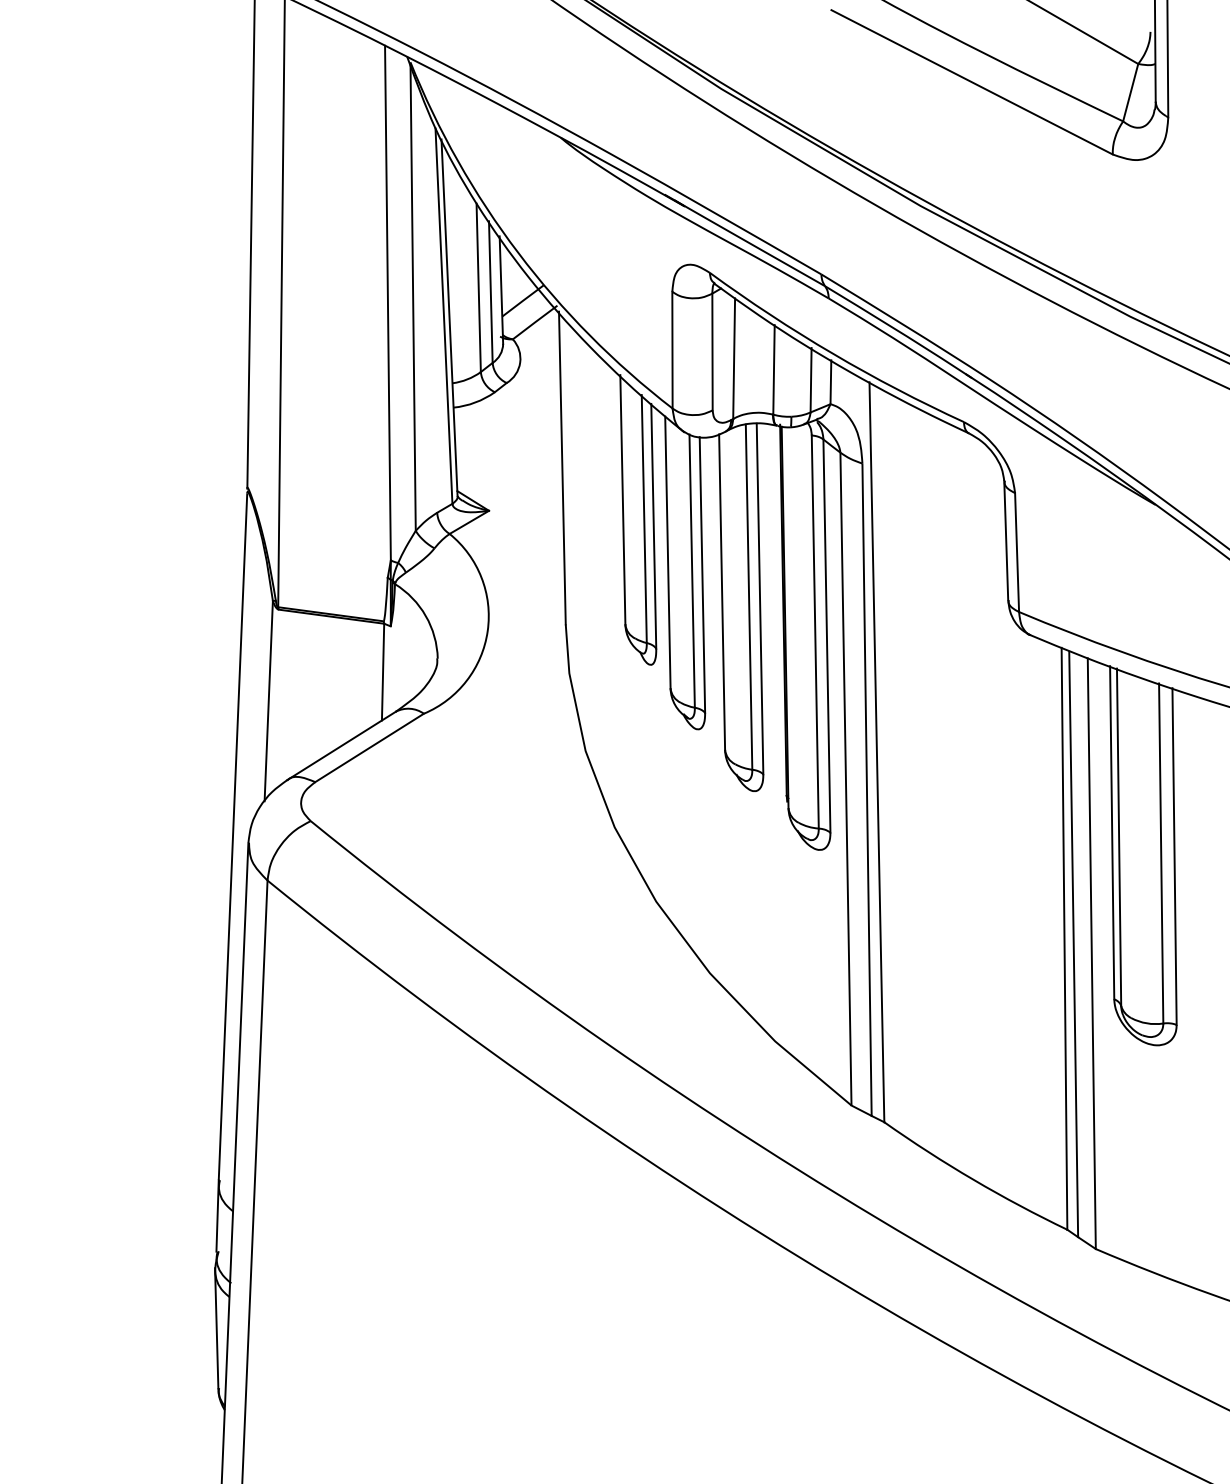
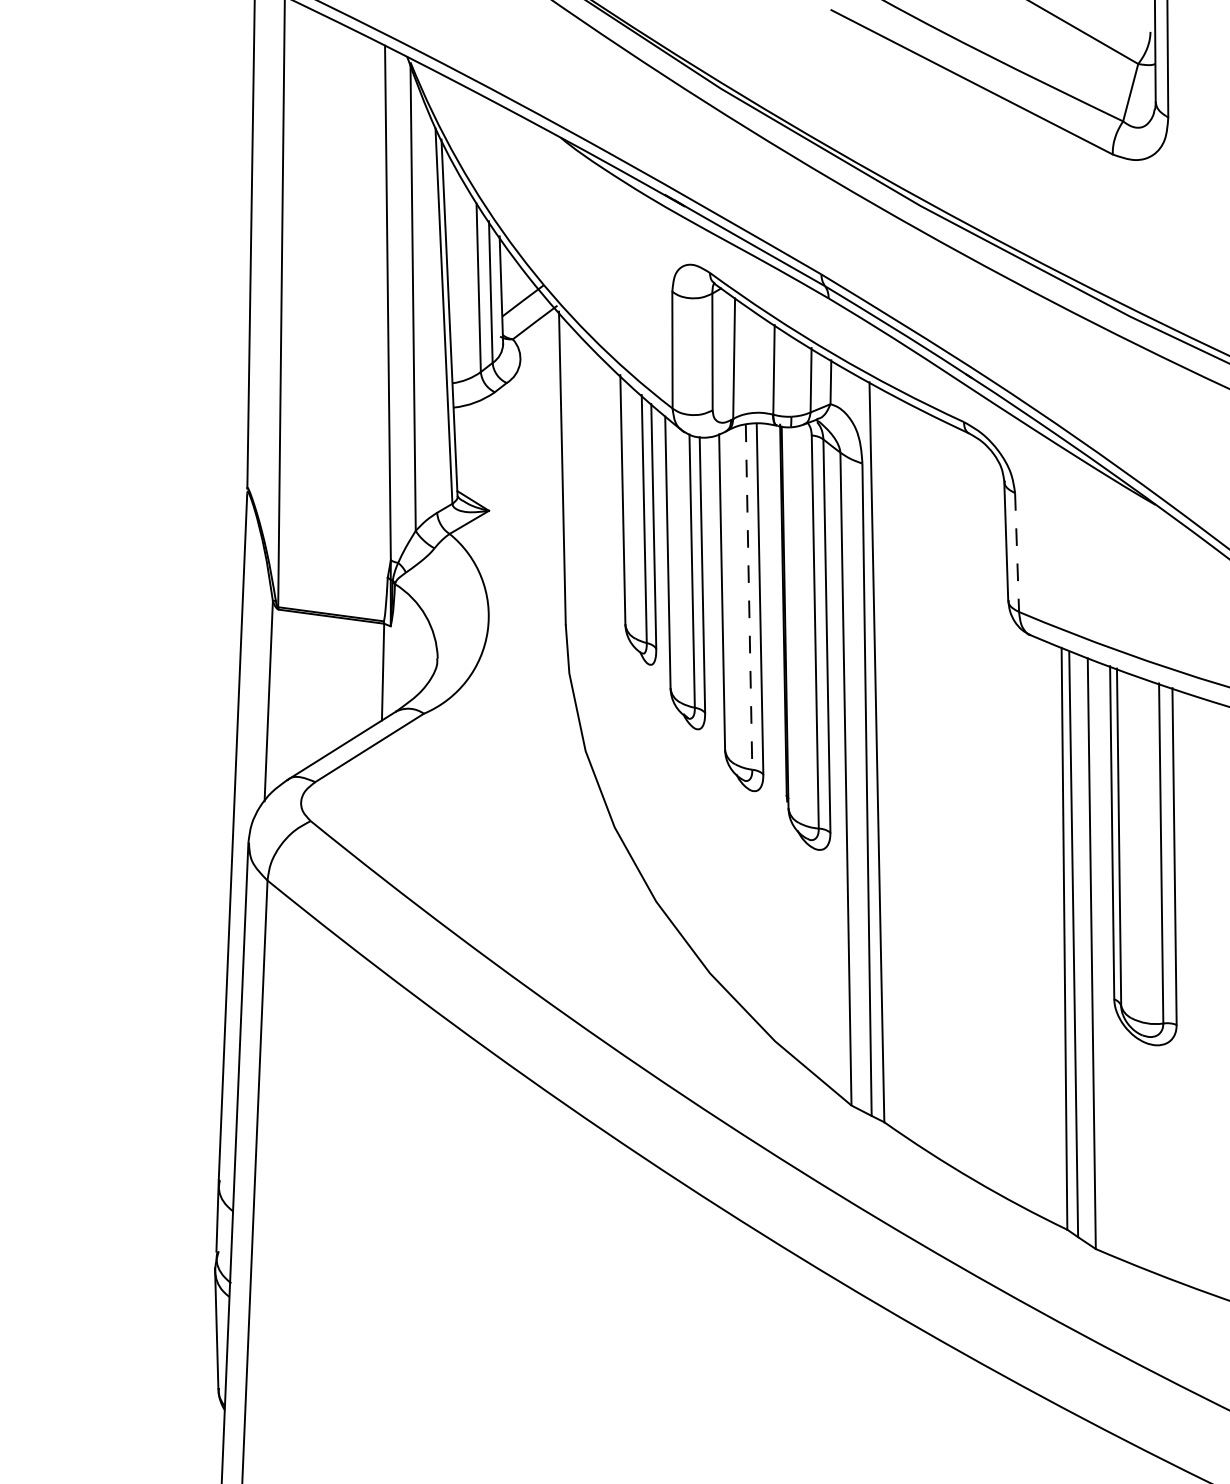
line at (1017, 553): solid -> dashed
line at (749, 597): solid -> dashed
